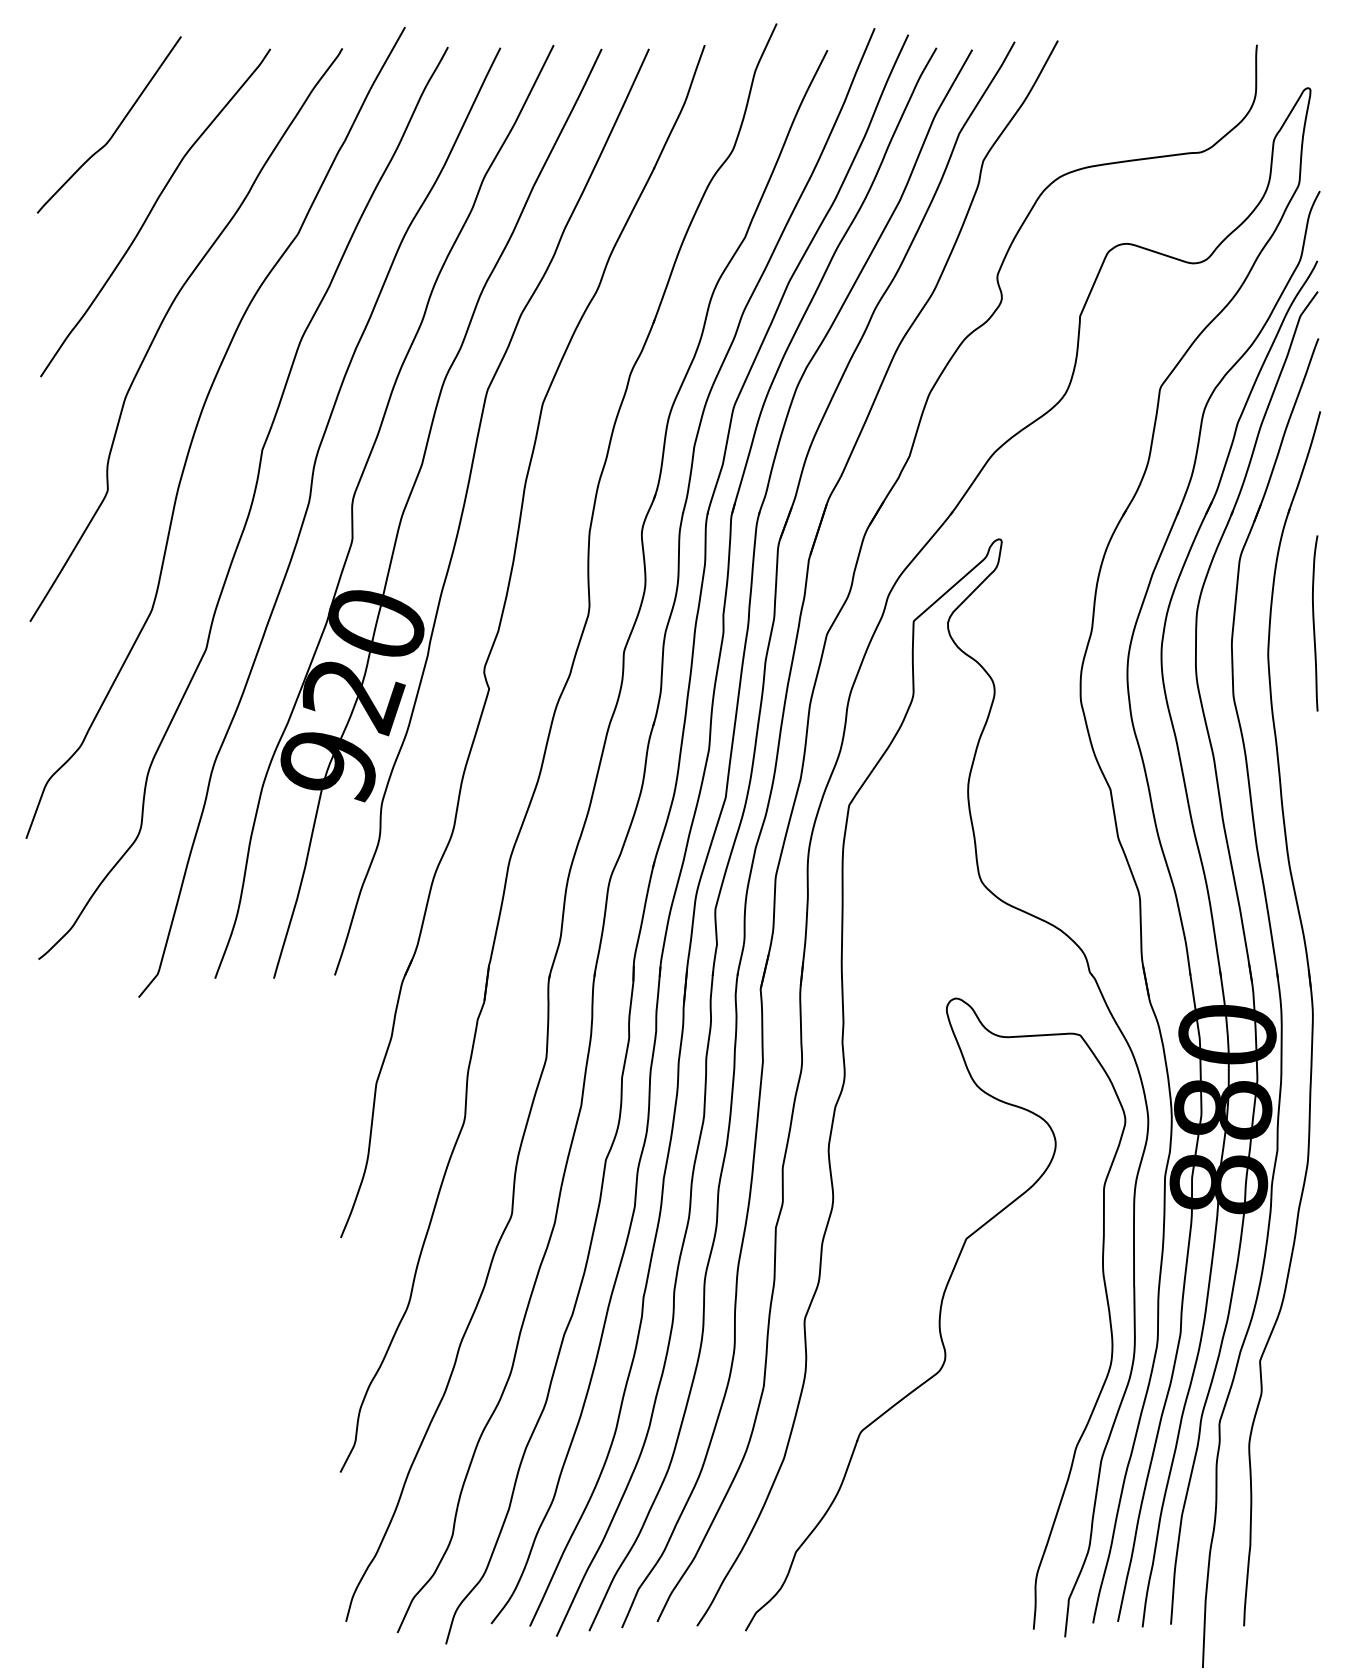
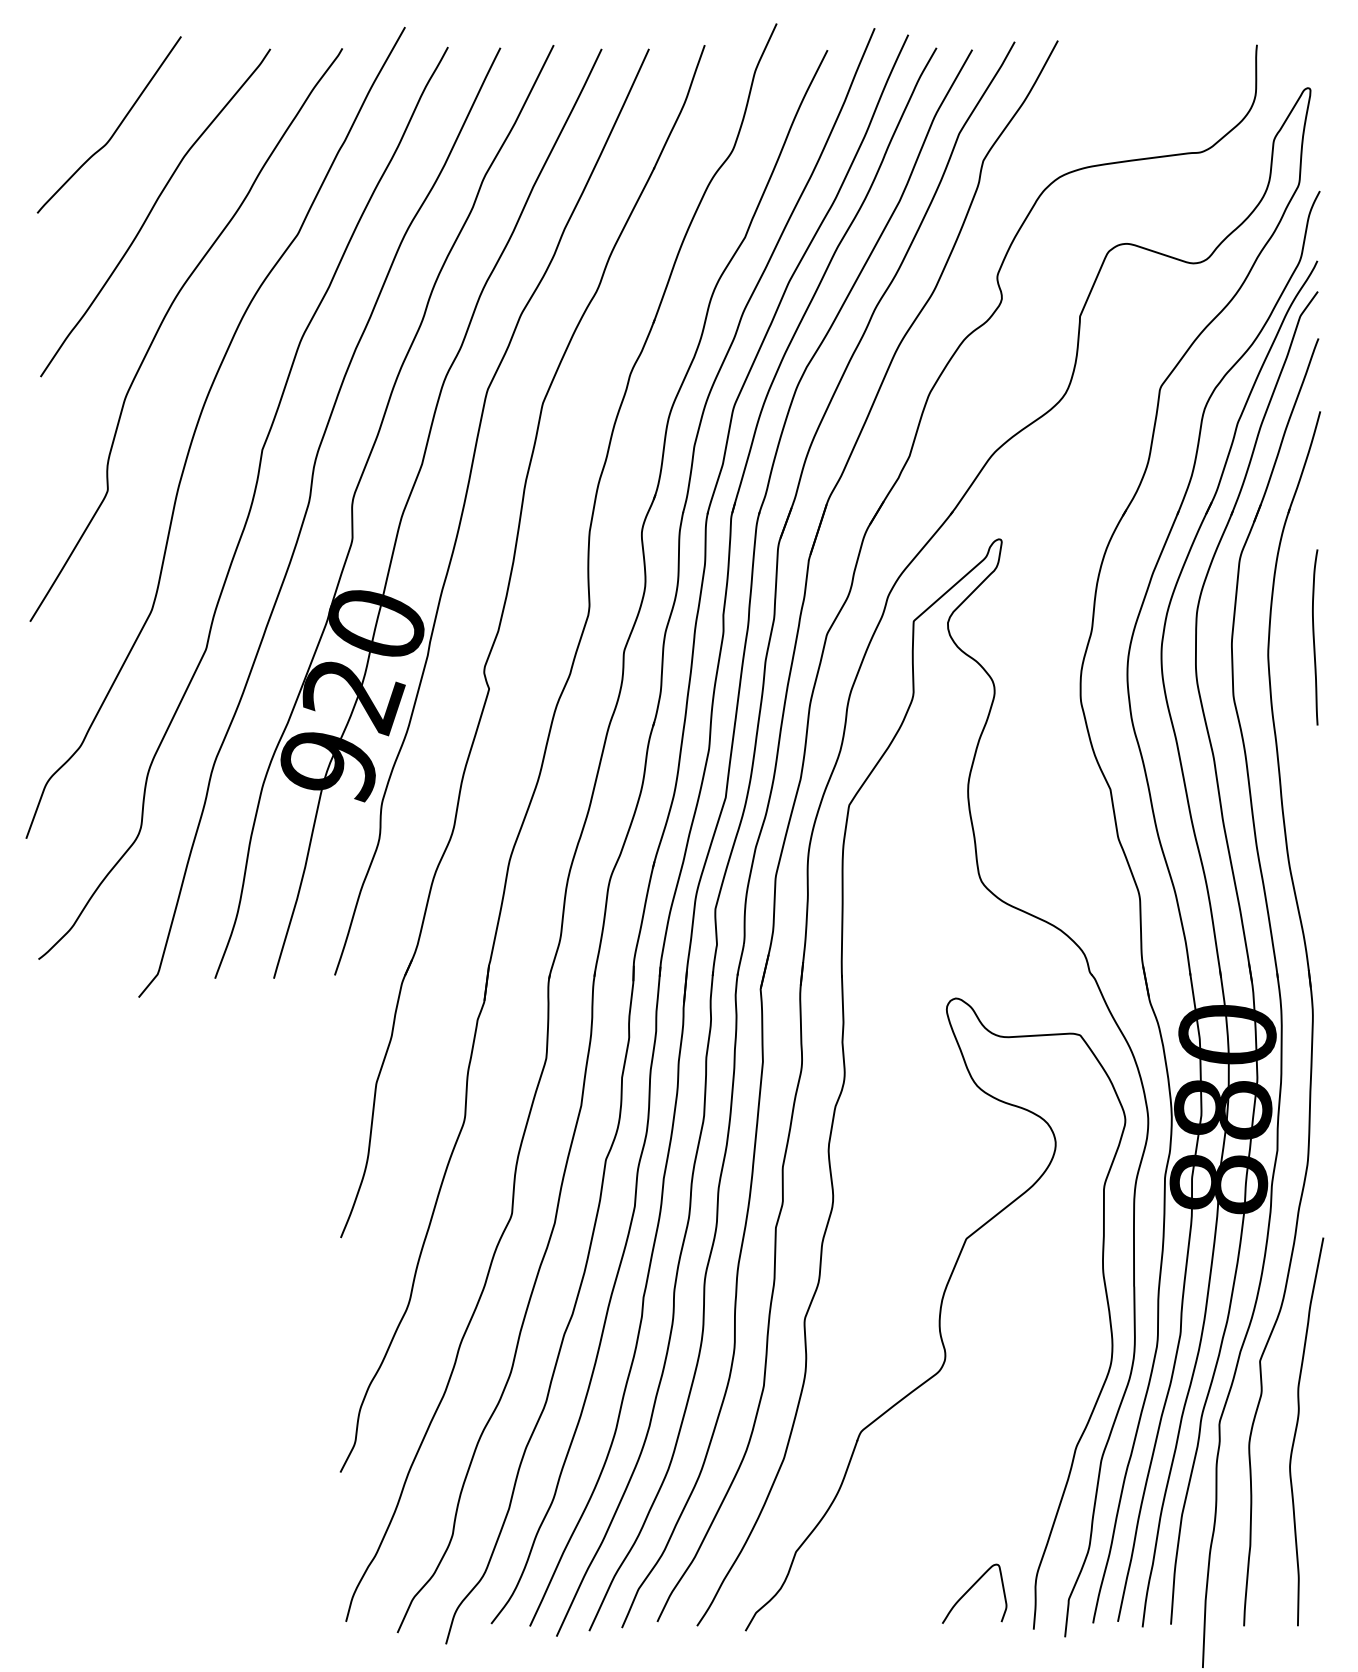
curve at (1314, 623) position: (1314, 623) -> (1314, 637)
curve at (1297, 1428): none -> present
curve at (970, 1589): none -> present
